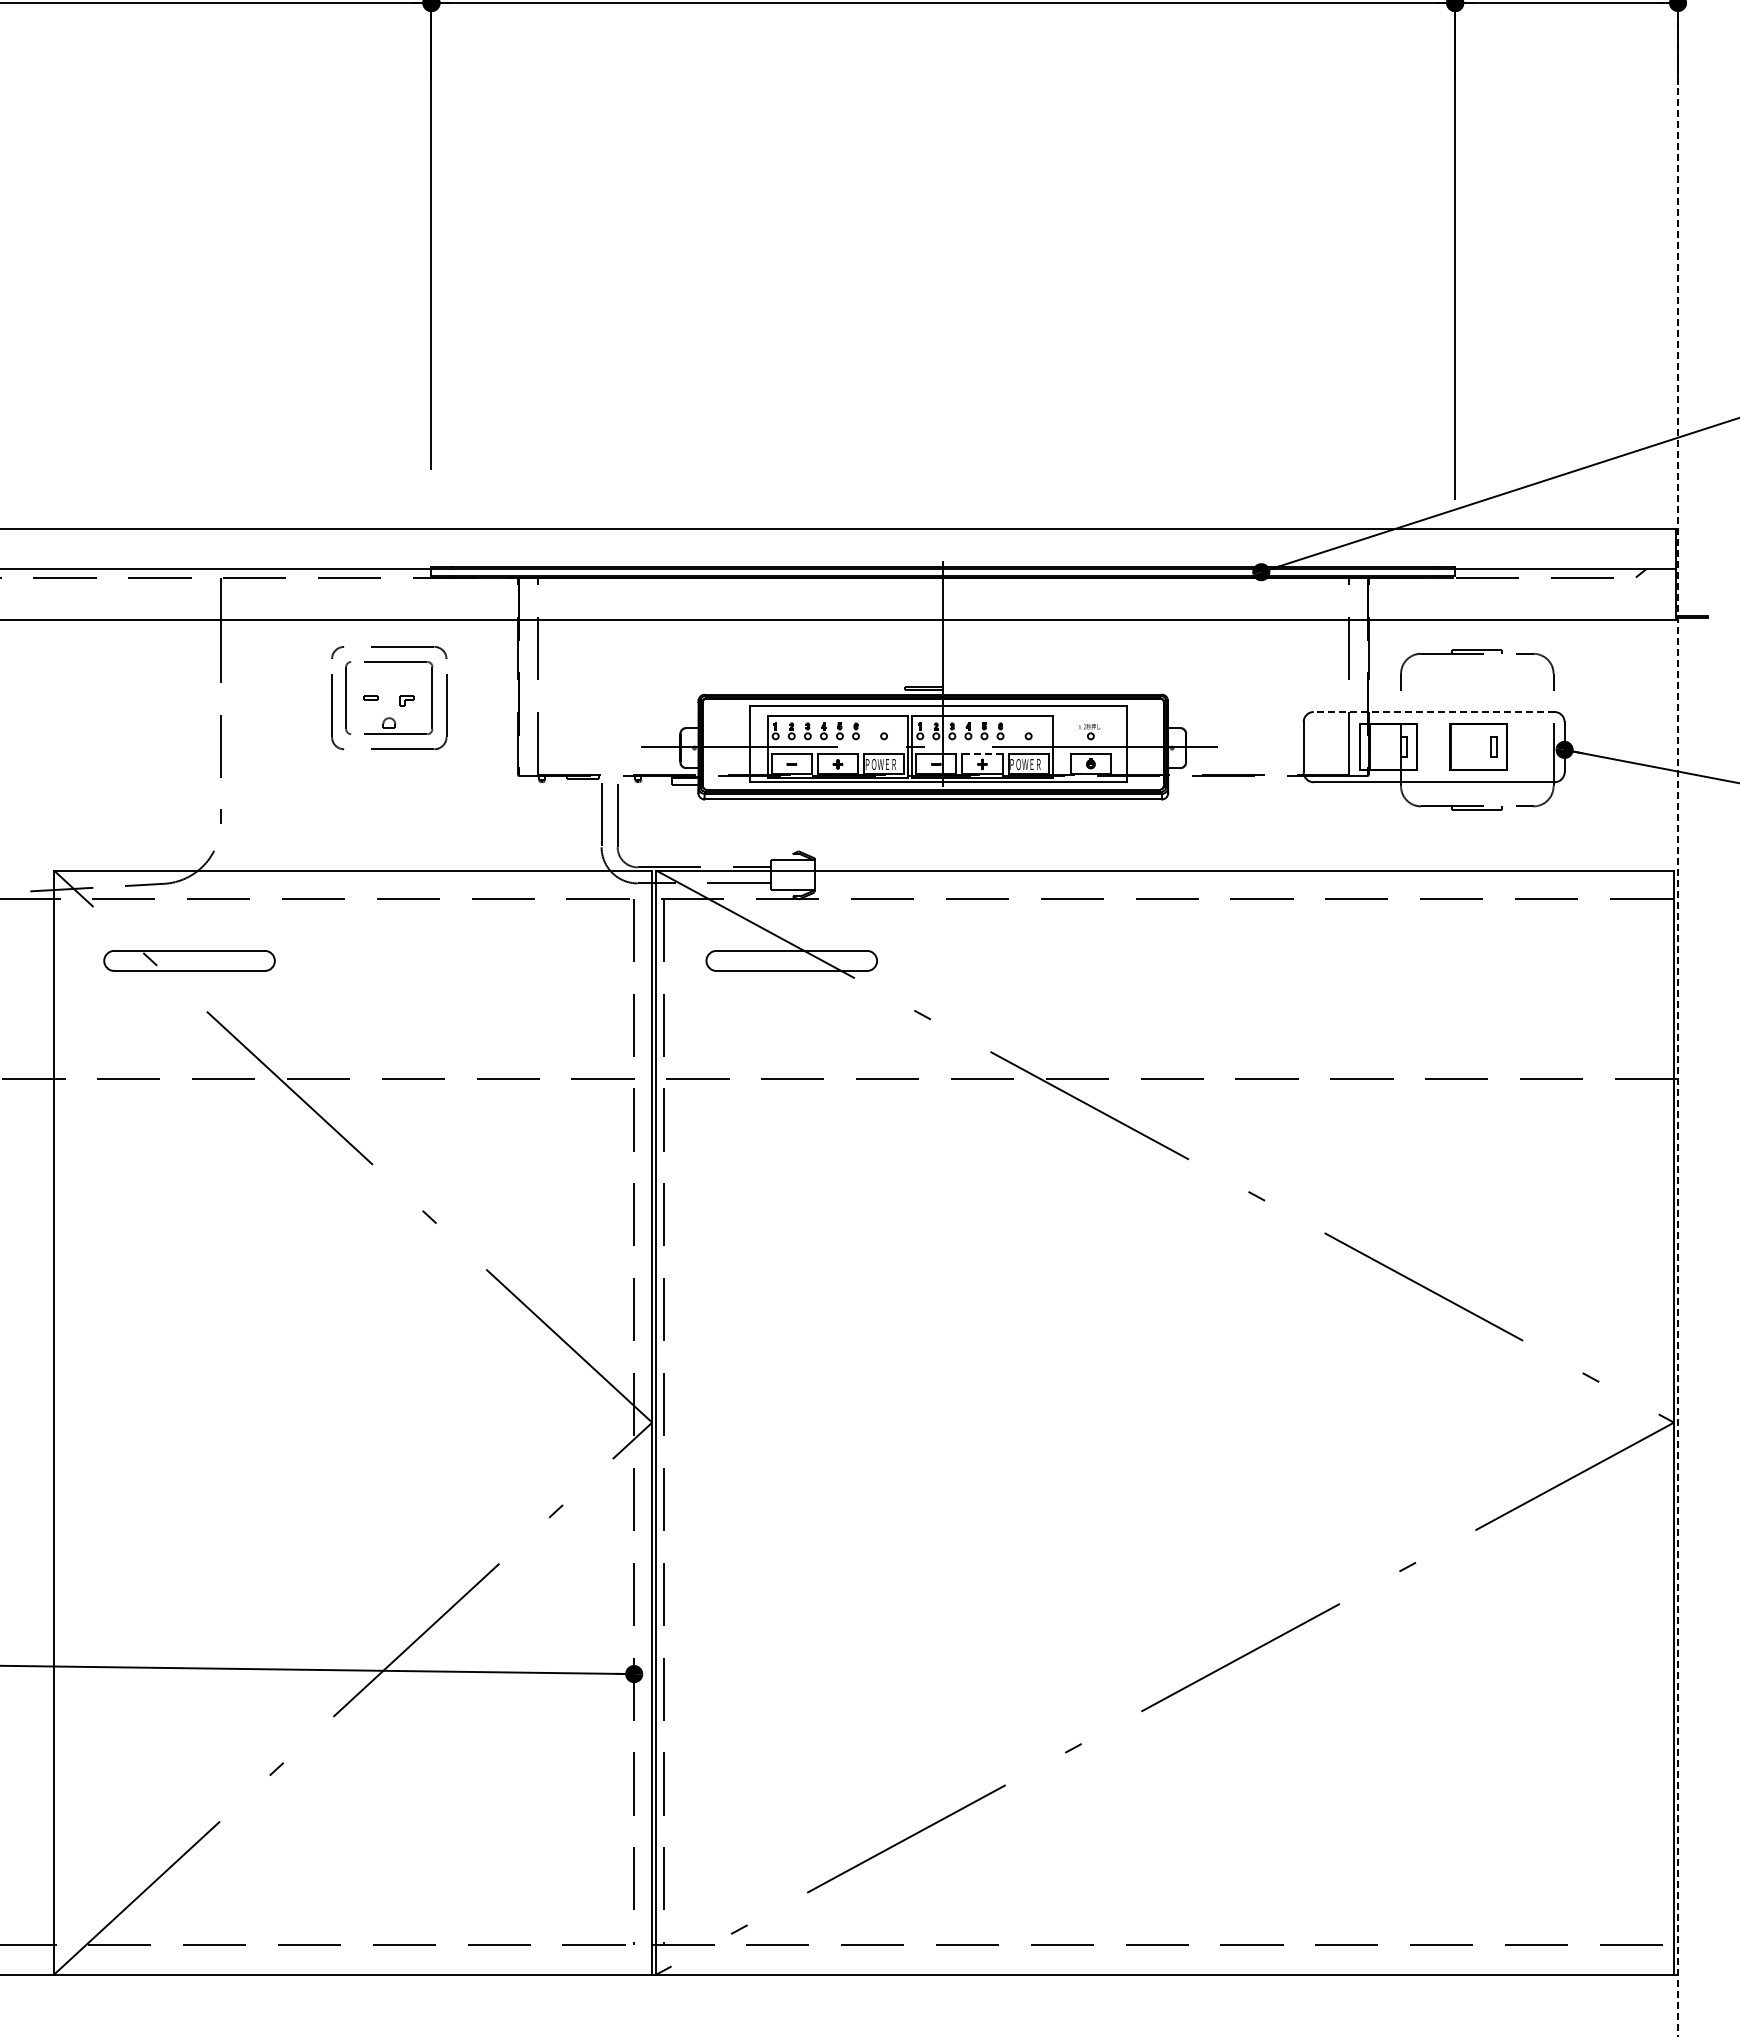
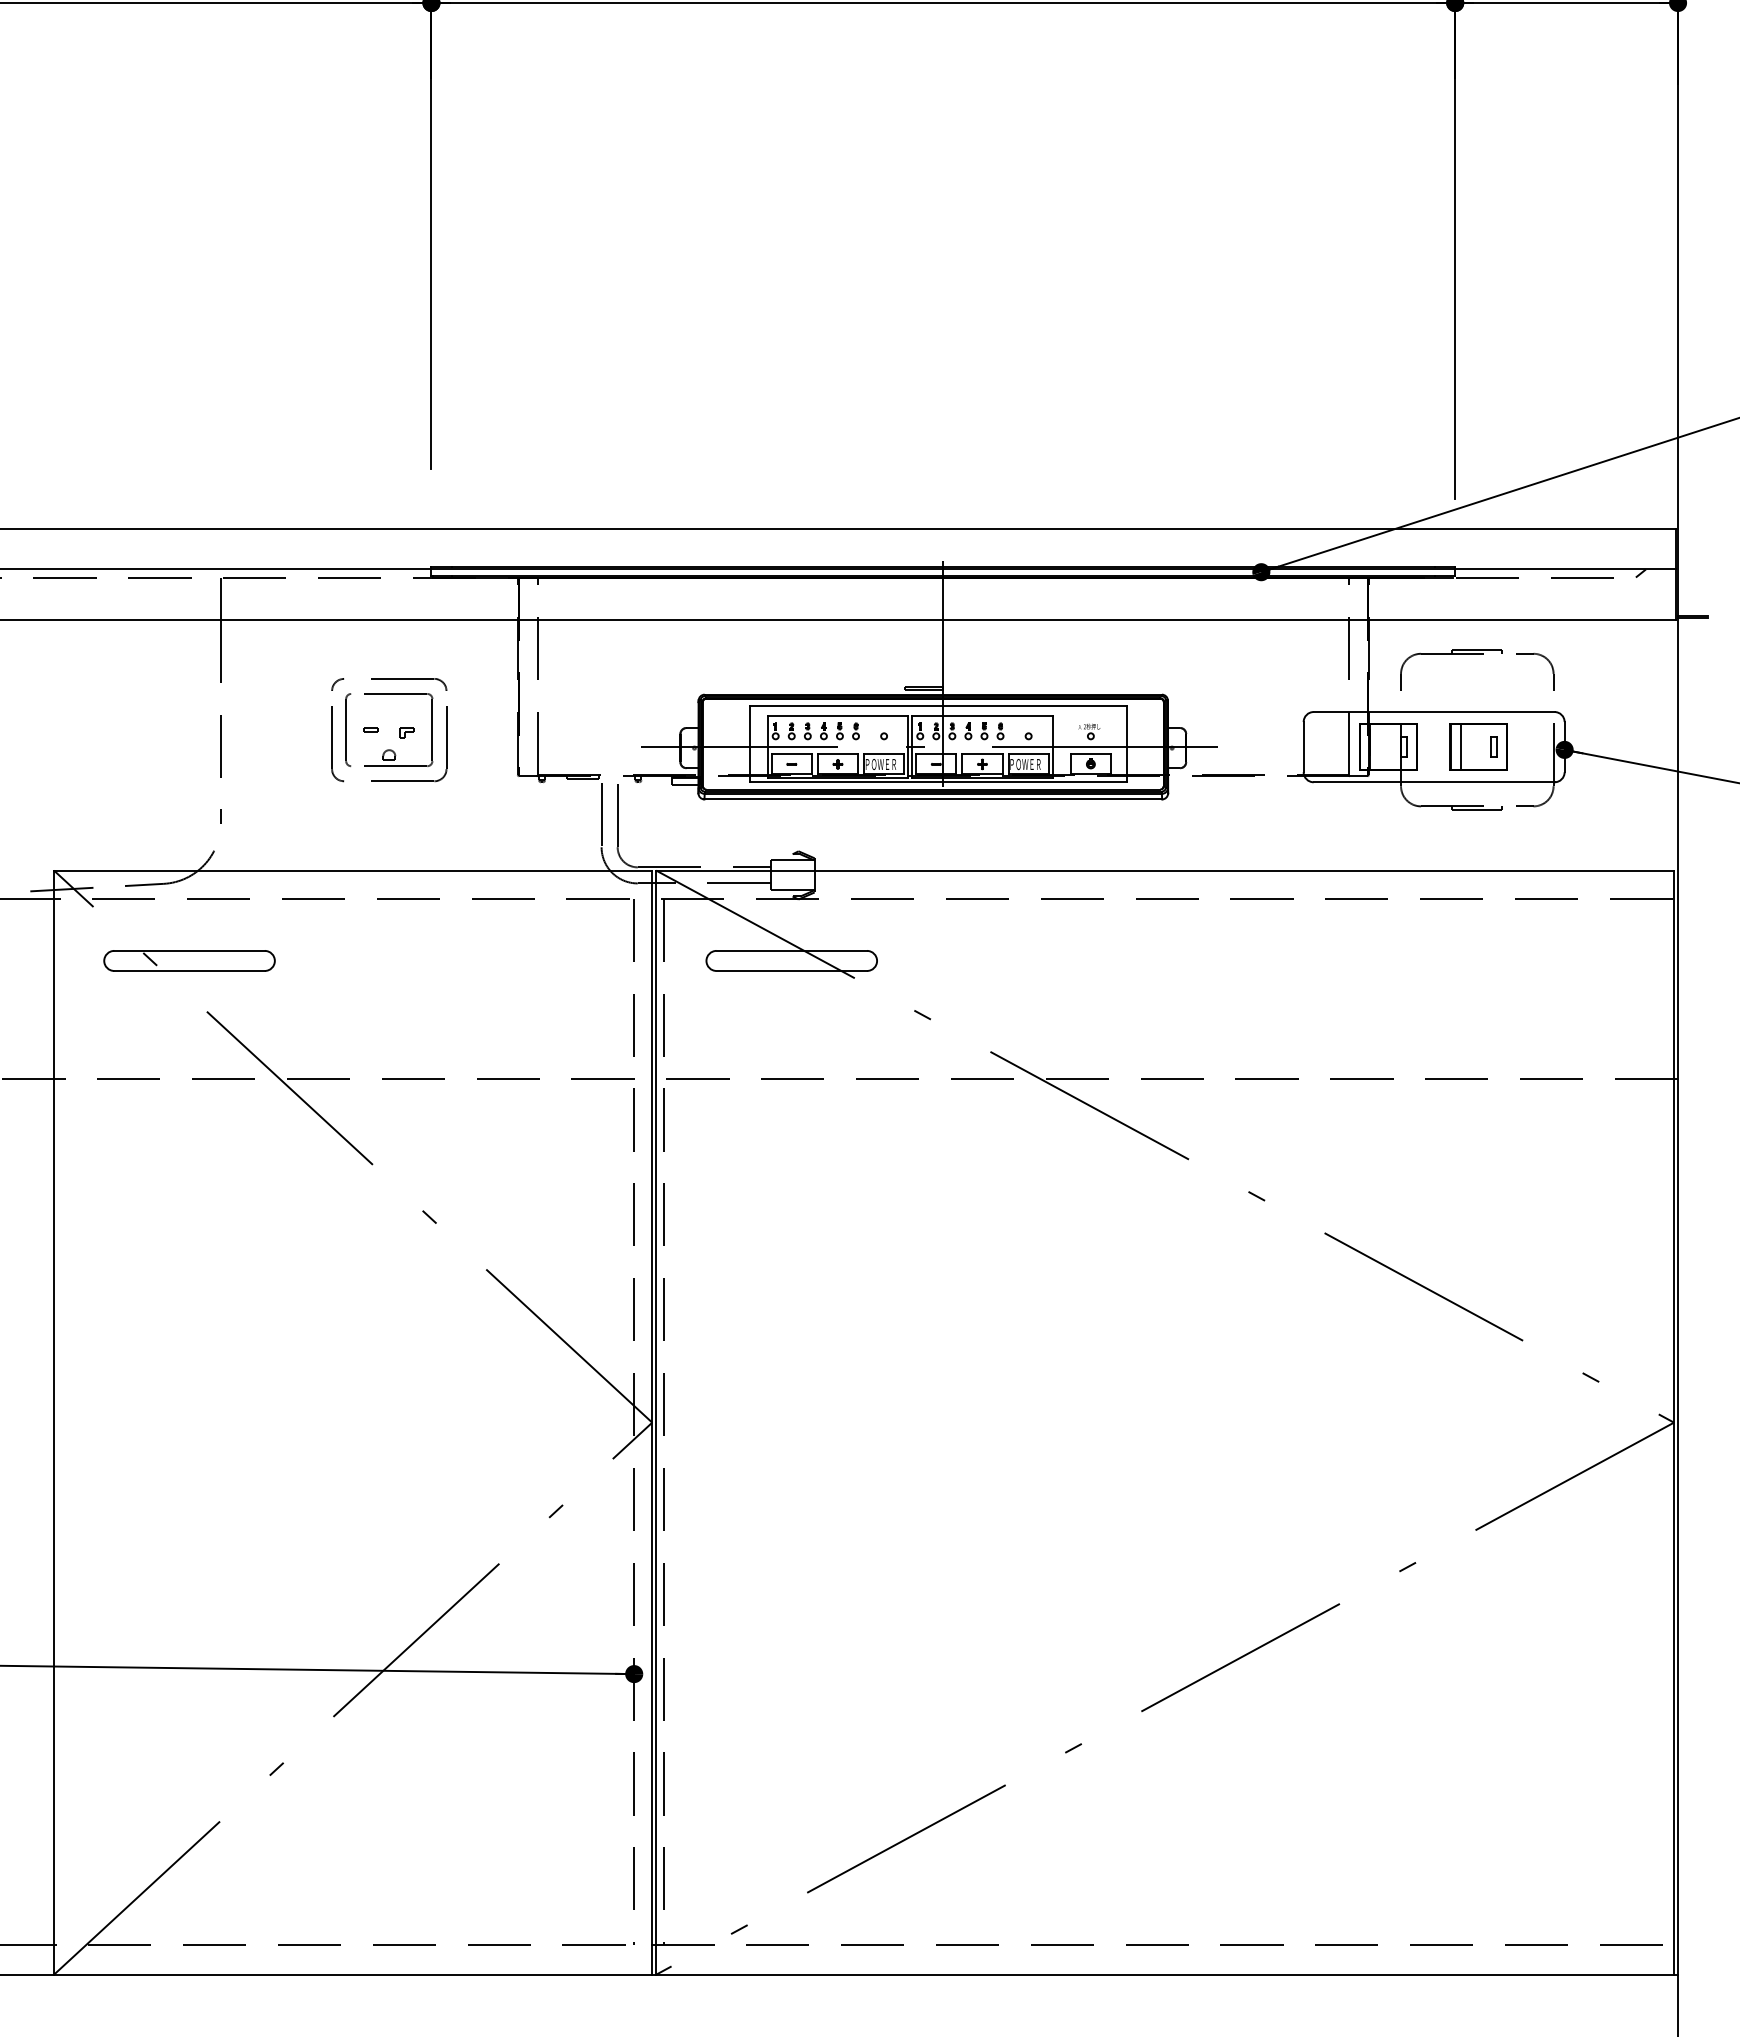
part at (399, 698) position: (399, 698) -> (399, 730)
line at (1433, 712): dashed -> solid
line at (1460, 746): none -> present
line at (982, 754): dashed -> solid
line at (1678, 1019): dashed -> solid
